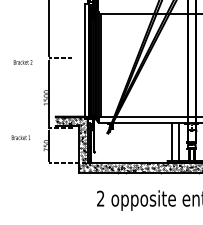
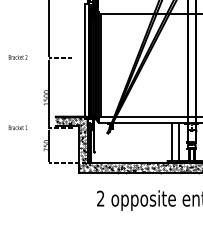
text at (22, 62) position: (22, 62) -> (17, 57)
text at (20, 137) position: (20, 137) -> (17, 127)
